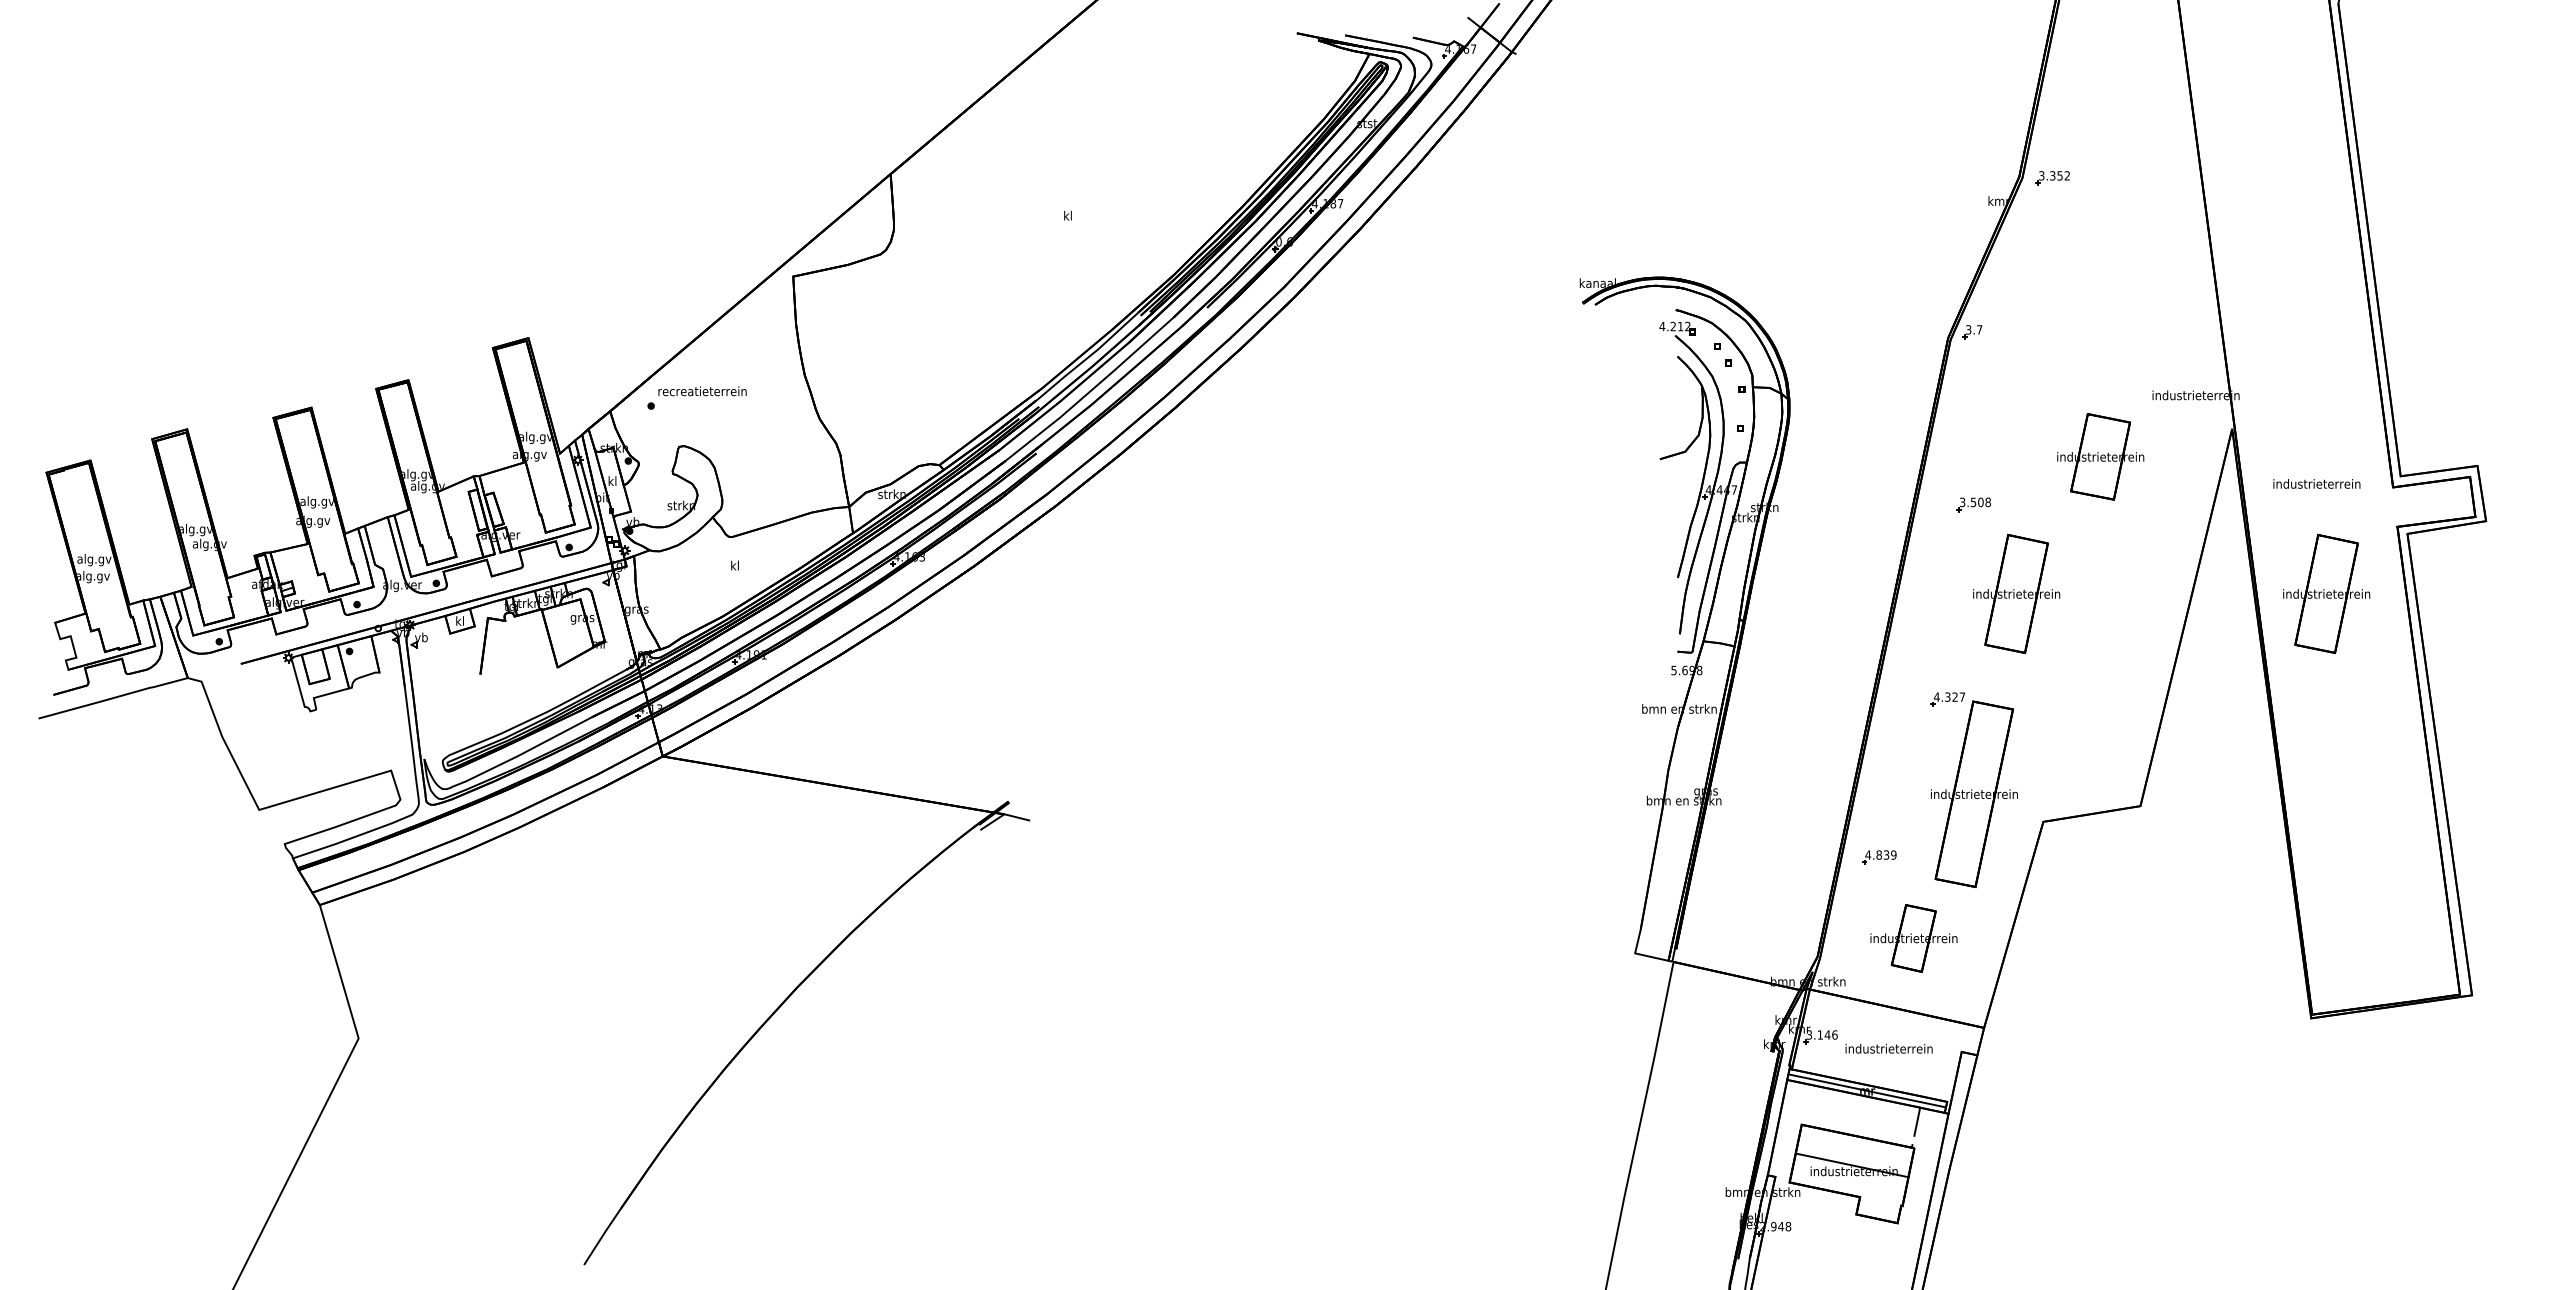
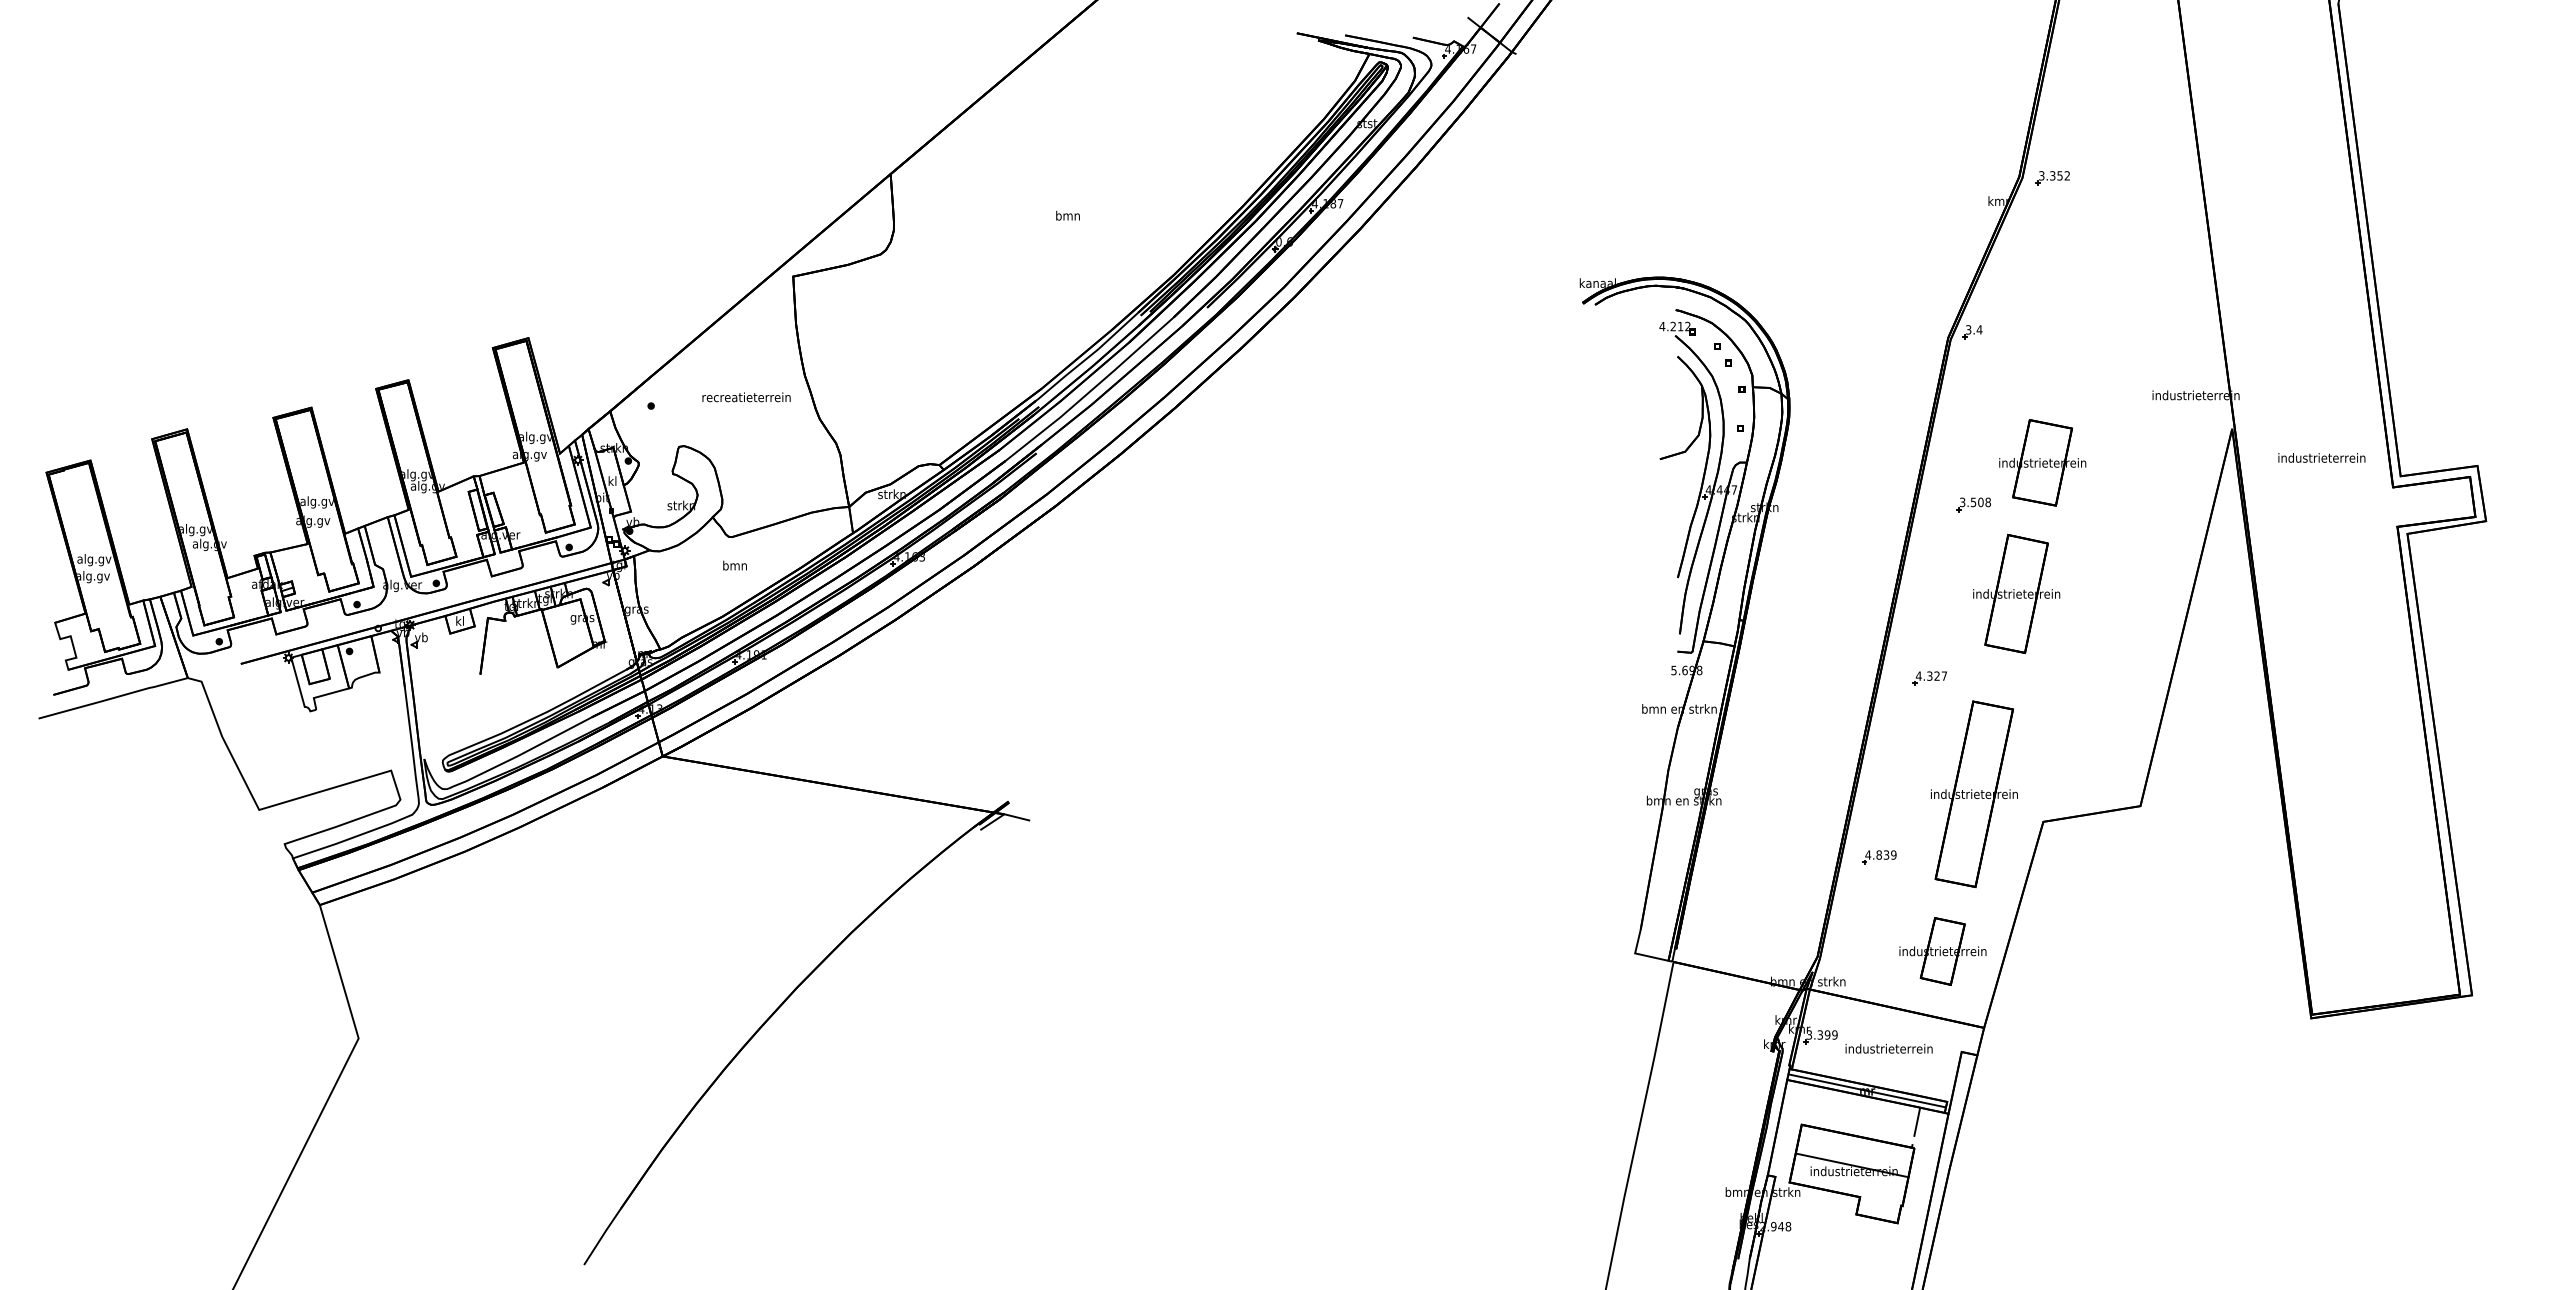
text at (1067, 215): kl -> bmn
text at (1979, 329): 3.7 -> 3.4
text at (702, 391) position: (702, 391) -> (746, 397)
part at (2100, 456) position: (2100, 456) -> (2042, 462)
text at (2316, 483) position: (2316, 483) -> (2321, 457)
text at (734, 565): kl -> bmn
part at (2326, 593): present -> none
part at (1947, 699) position: (1947, 699) -> (1929, 678)
part at (1913, 938) position: (1913, 938) -> (1942, 951)
text at (1827, 1034): 3.146 -> 3.399
